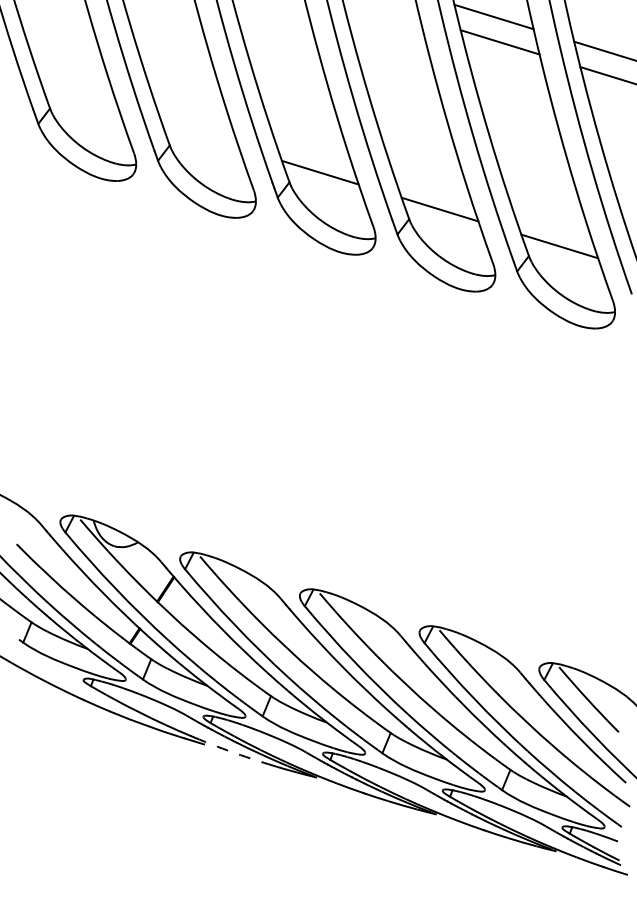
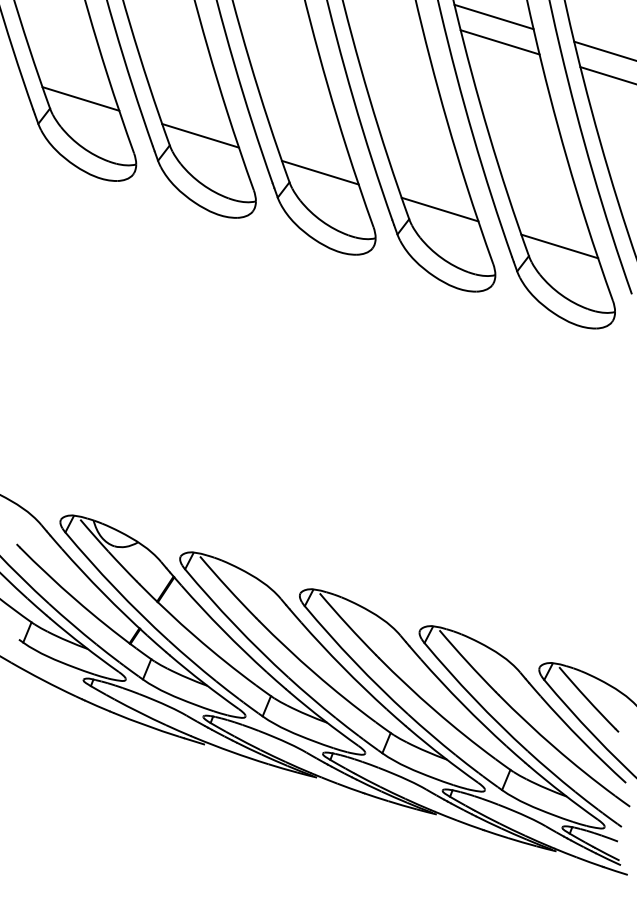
line at (80, 98): none -> present
line at (200, 135): none -> present
arc at (231, 751): dashed -> solid
